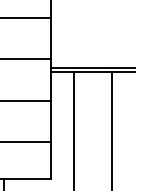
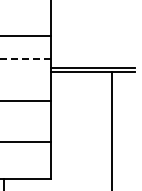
line at (26, 17) position: (26, 17) -> (26, 35)
line at (25, 59): solid -> dashed
line at (74, 129): present -> none
